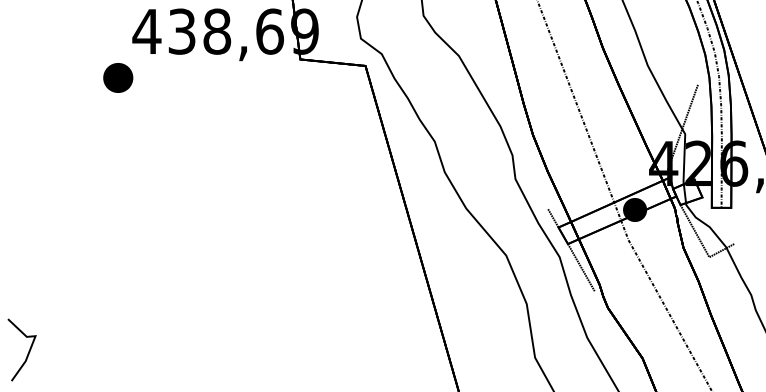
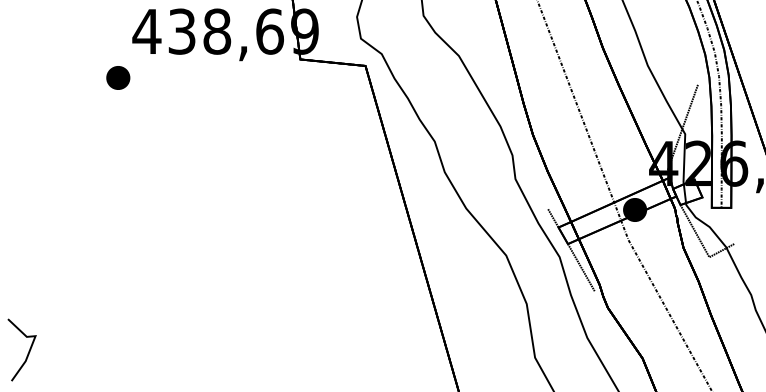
part at (118, 77) size: 31x30 px -> 25x24 px
